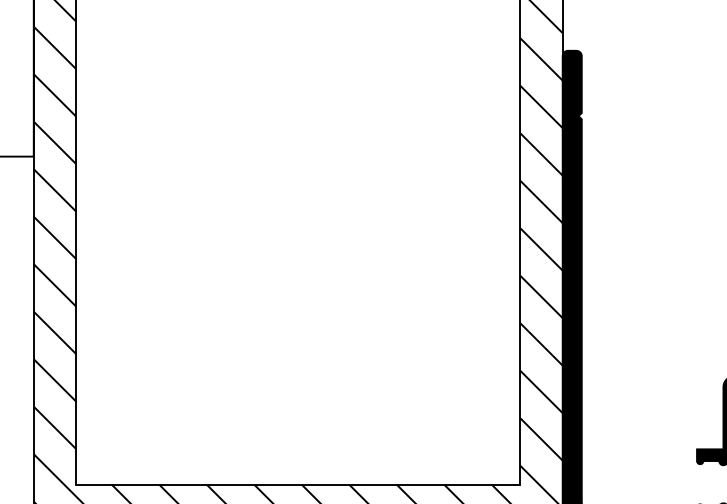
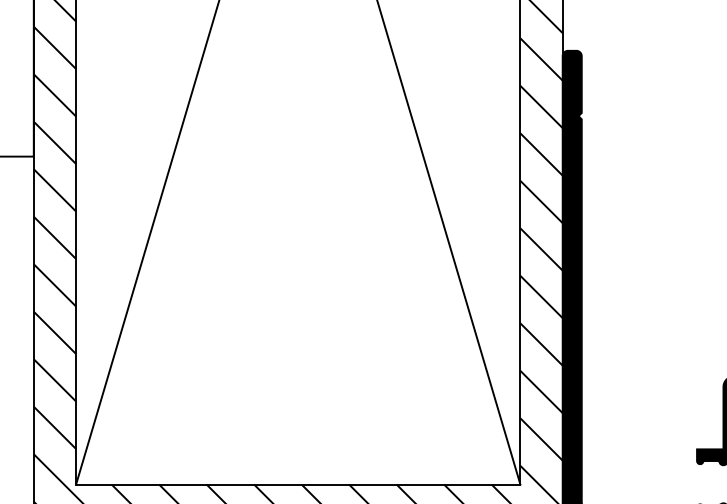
line at (147, 243): none -> present
line at (448, 243): none -> present
